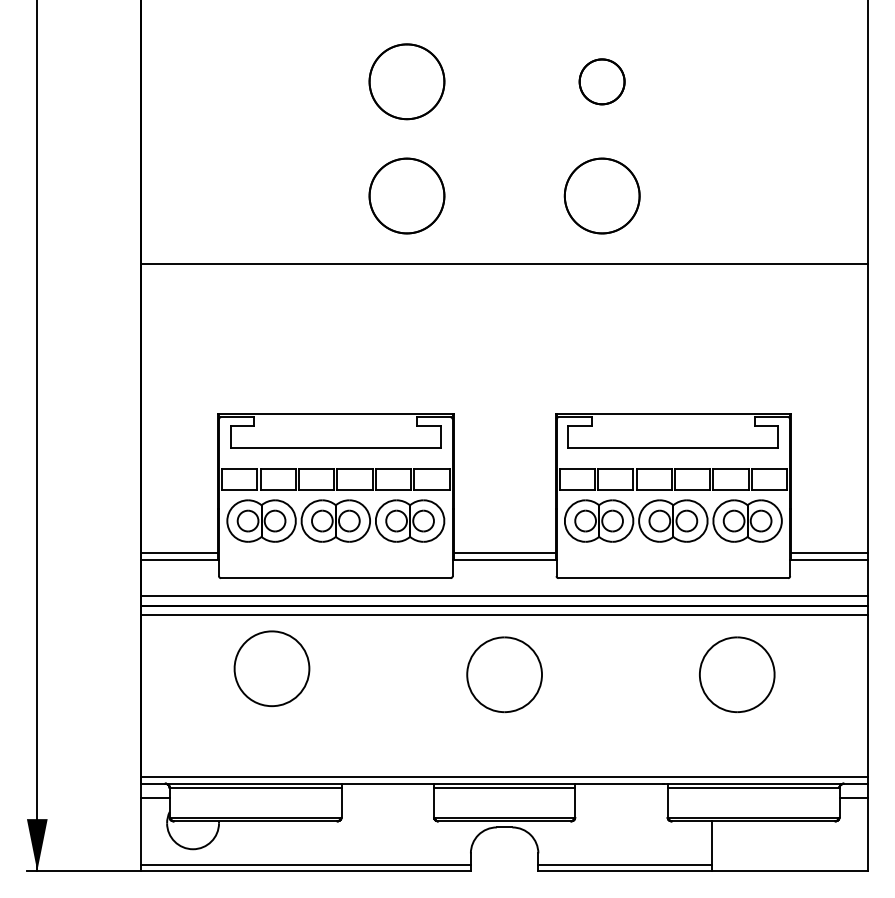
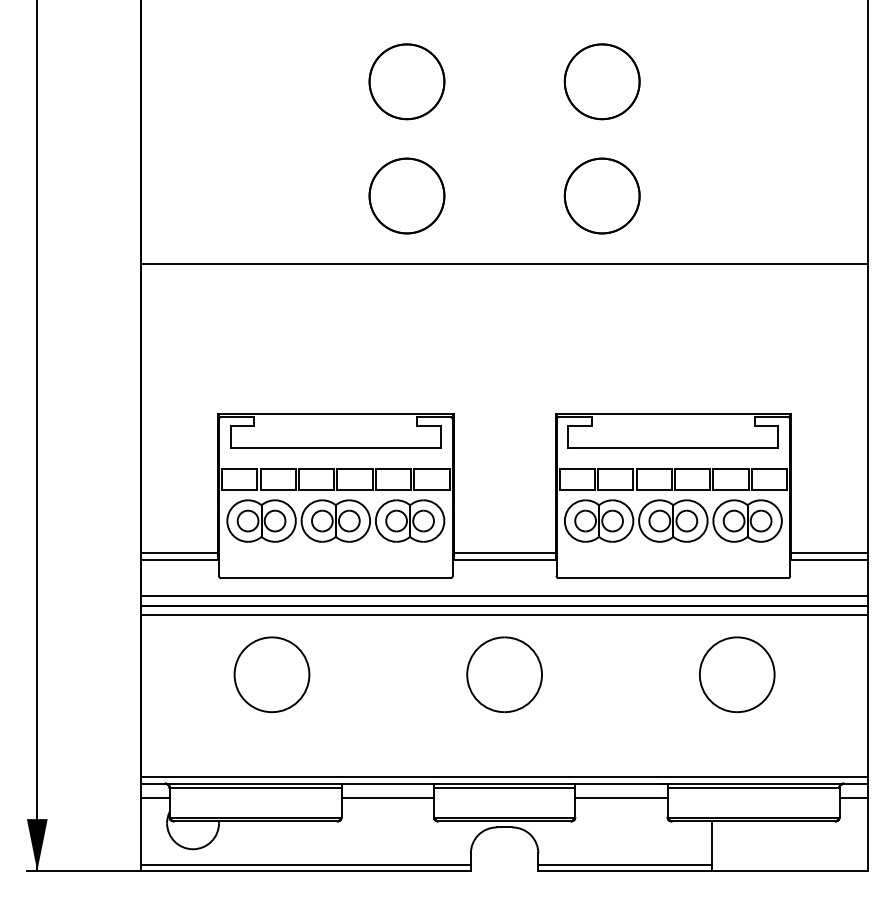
part at (601, 81) size: 48x48 px -> 78x78 px
part at (271, 668) position: (271, 668) -> (271, 674)
line at (387, 798): none -> present
line at (621, 798): none -> present
